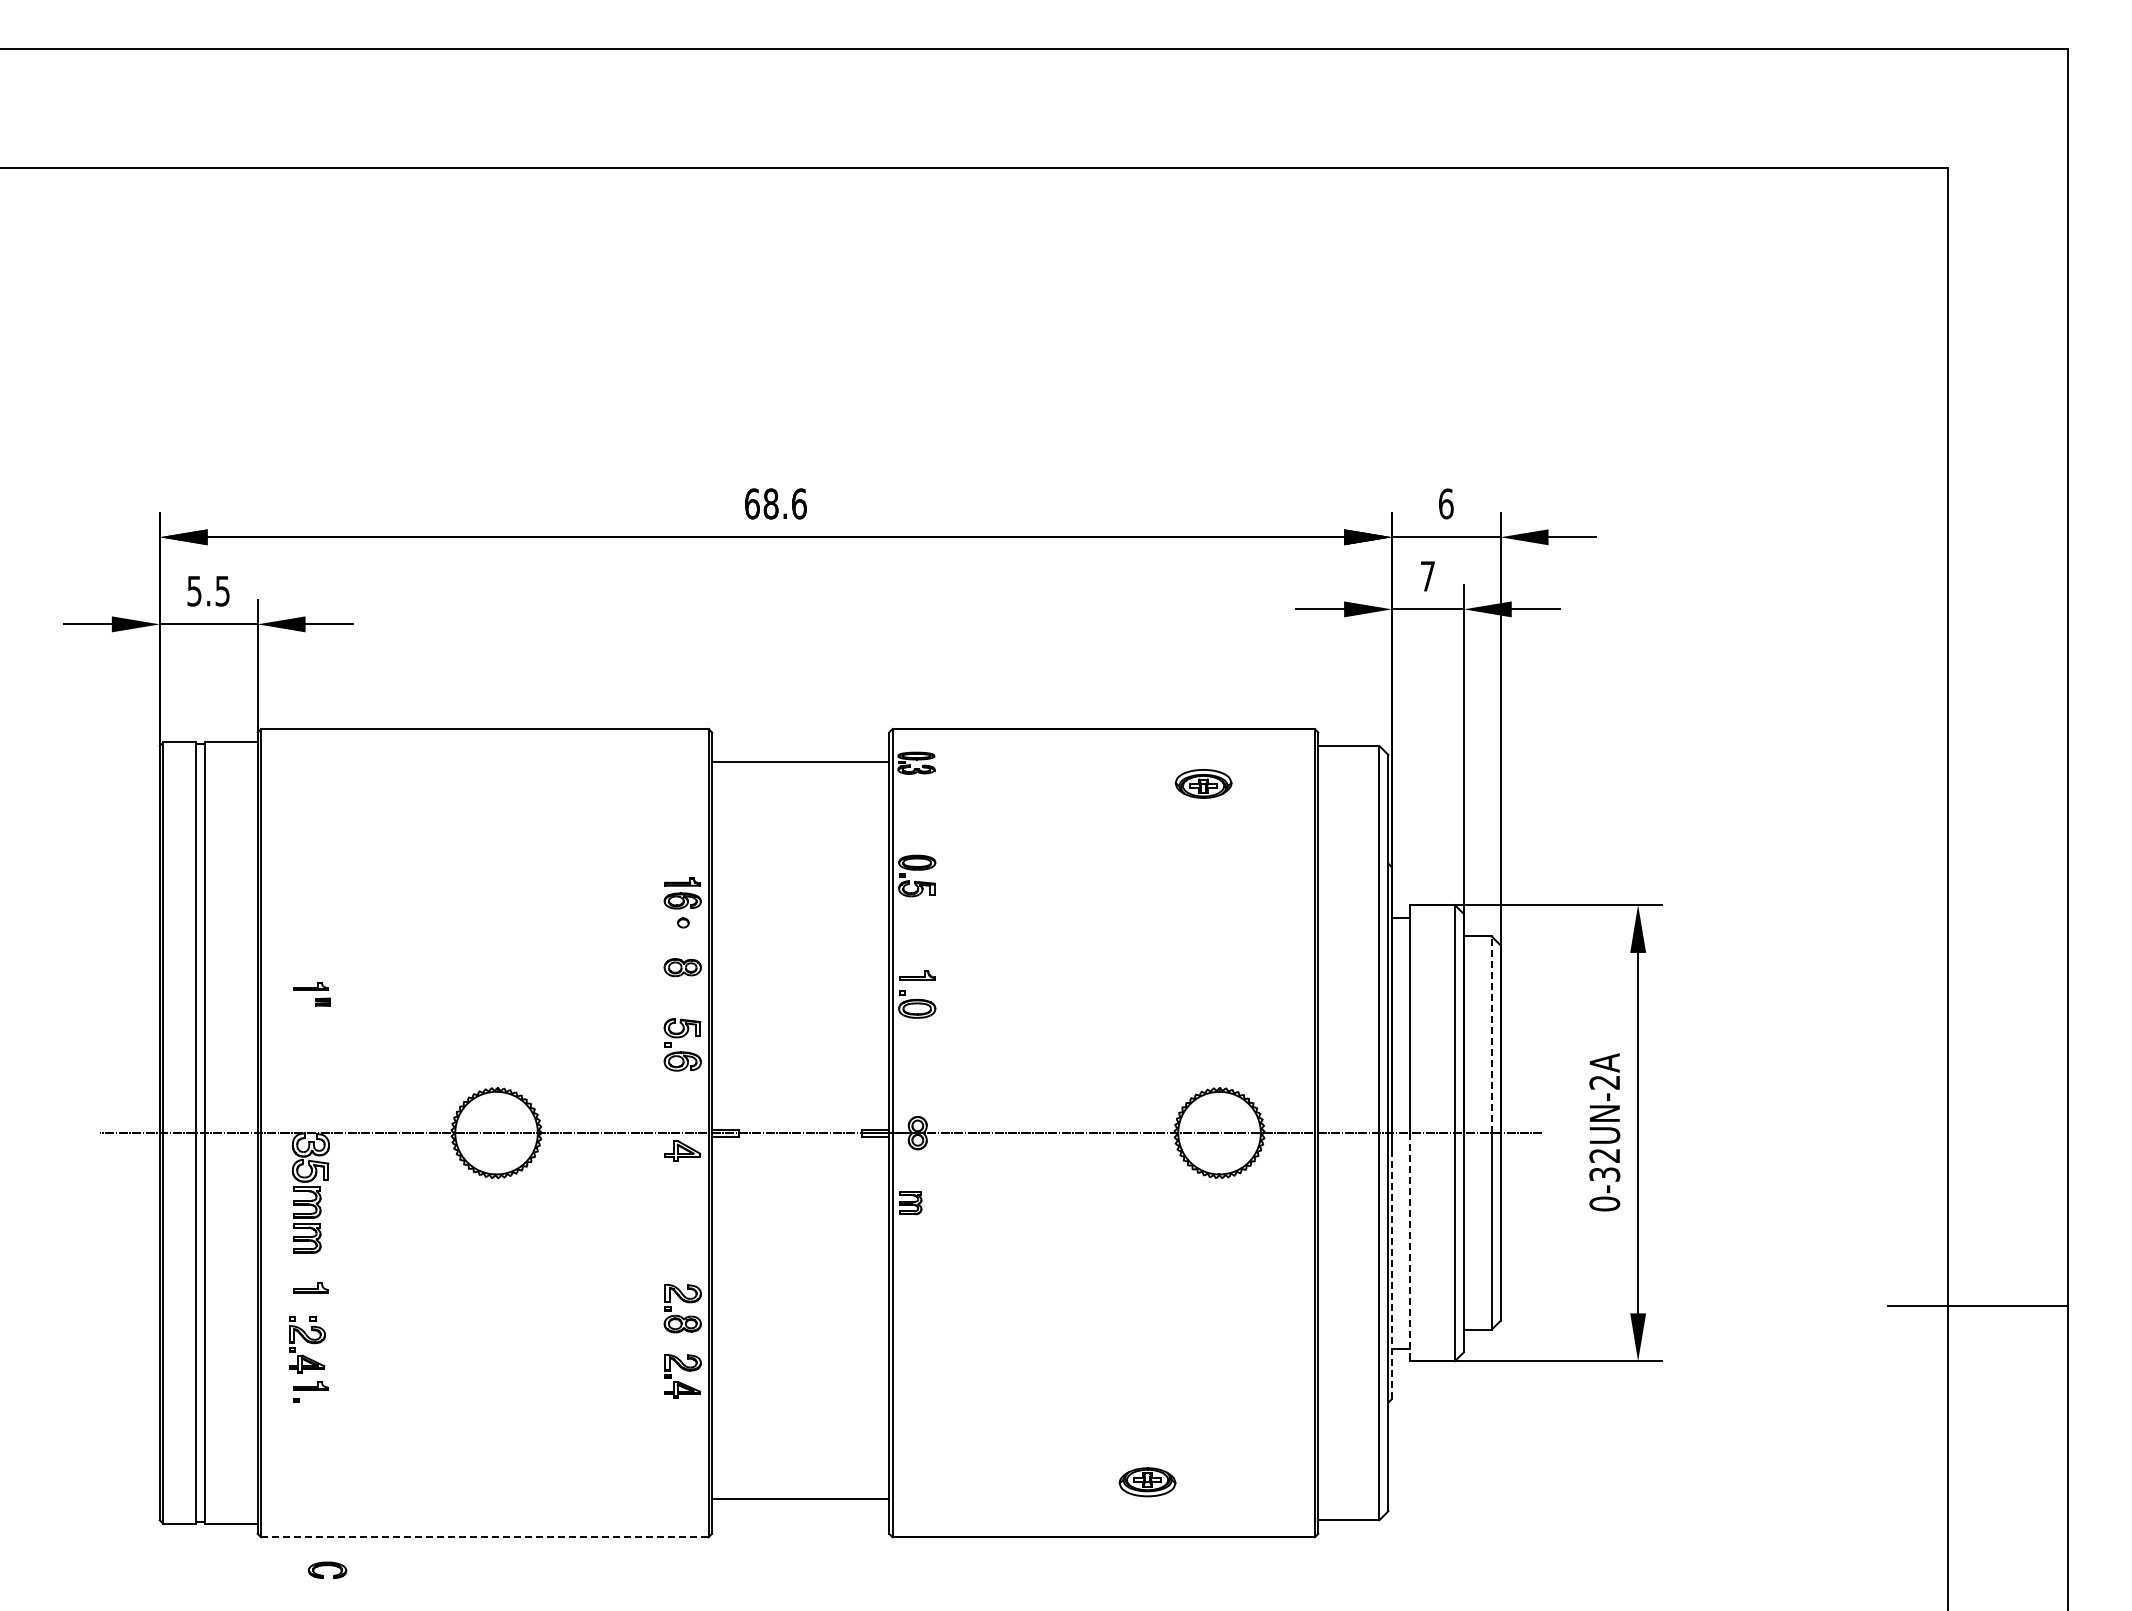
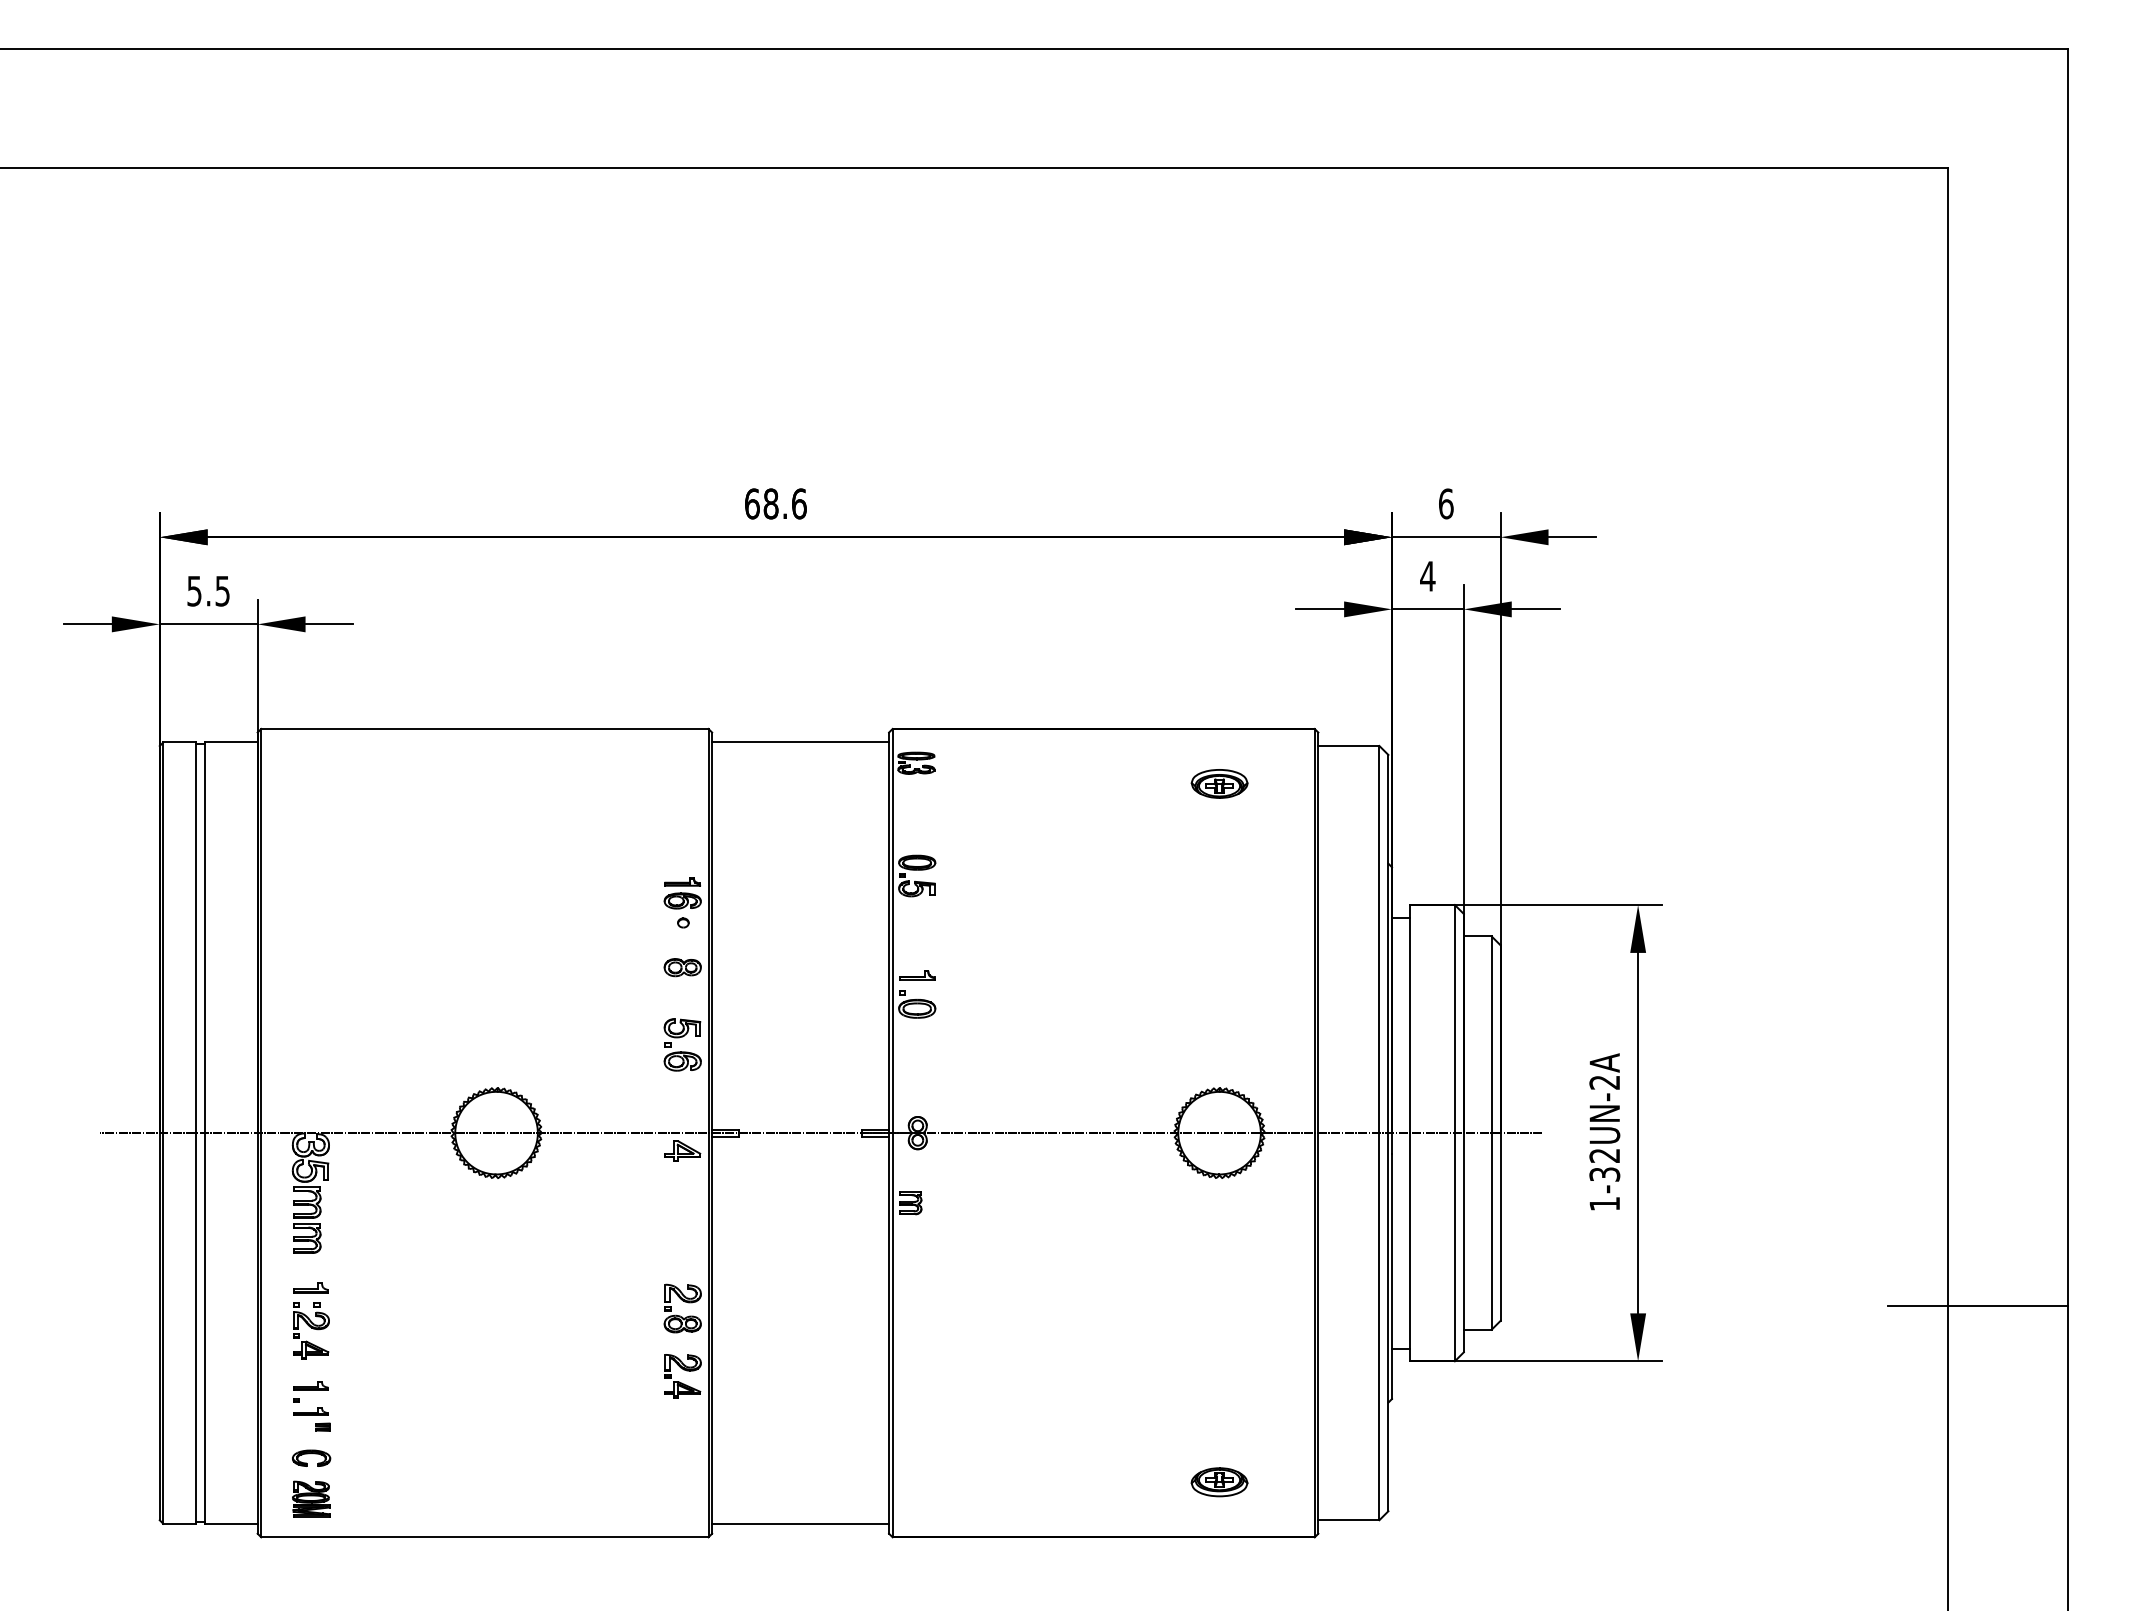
text at (1427, 576): 7 -> 4
line at (800, 762) position: (800, 762) -> (800, 742)
part at (1203, 783) position: (1203, 783) -> (1219, 783)
part at (311, 994) position: (311, 994) -> (311, 1419)
line at (1491, 1034): dashed -> solid
text at (1604, 1203): 0-32UN-2A -> 1-32UN-2A
line at (1409, 1247): dashed -> solid
line at (1392, 1276): dashed -> solid
part at (307, 1344) position: (307, 1344) -> (311, 1330)
part at (1147, 1482) position: (1147, 1482) -> (1219, 1482)
part at (311, 1498): none -> present
line at (800, 1498) position: (800, 1498) -> (800, 1523)
line at (484, 1537): dashed -> solid
part at (327, 1569) position: (327, 1569) -> (311, 1457)
